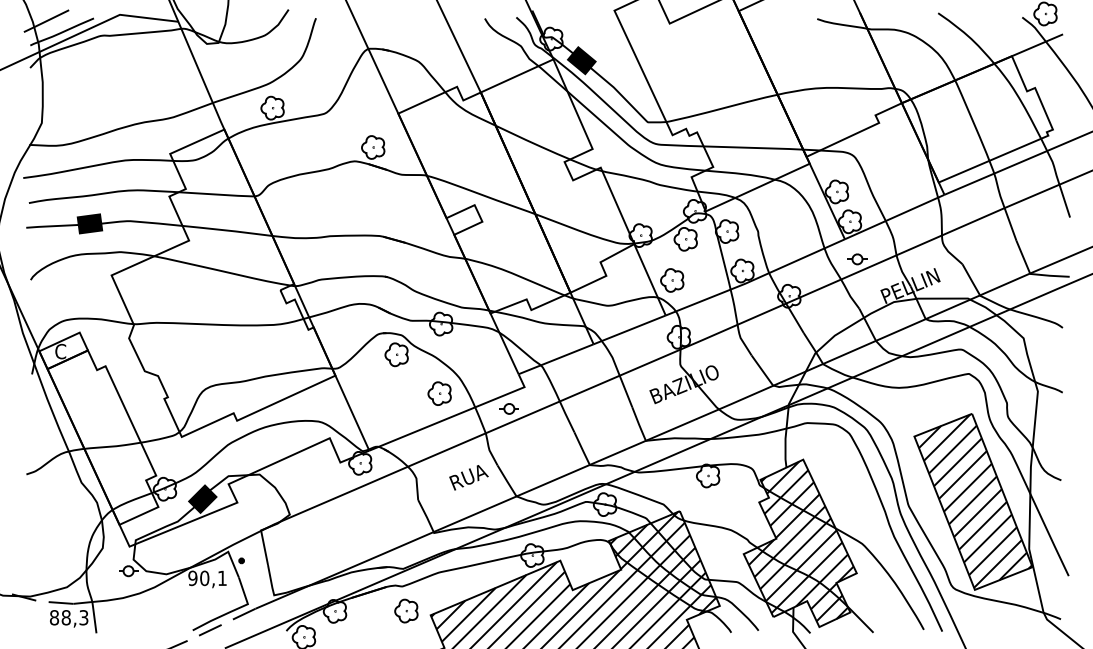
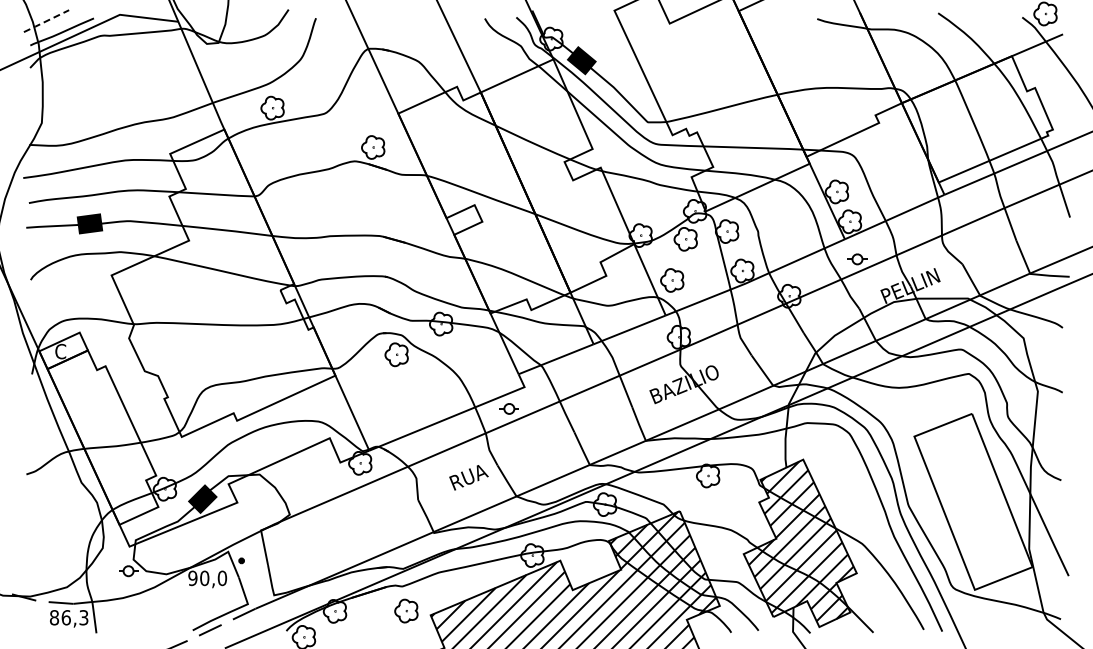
line at (45, 21): solid -> dashed
part at (439, 393): present -> none
hatch at (974, 500): present -> none
text at (222, 578): 90,1 -> 90,0
text at (65, 617): 88,3 -> 86,3
